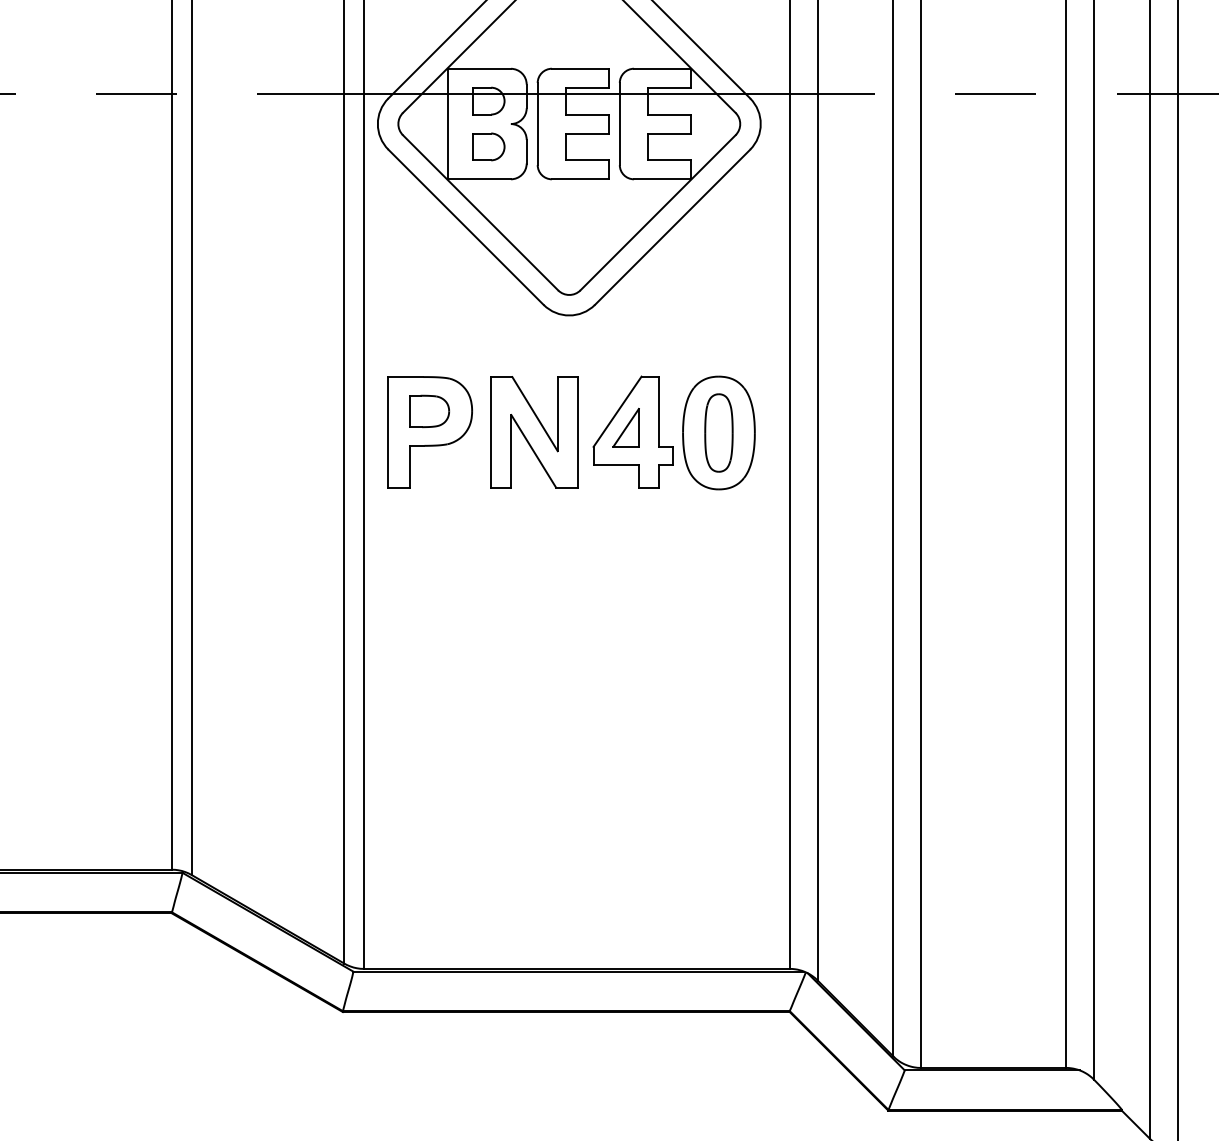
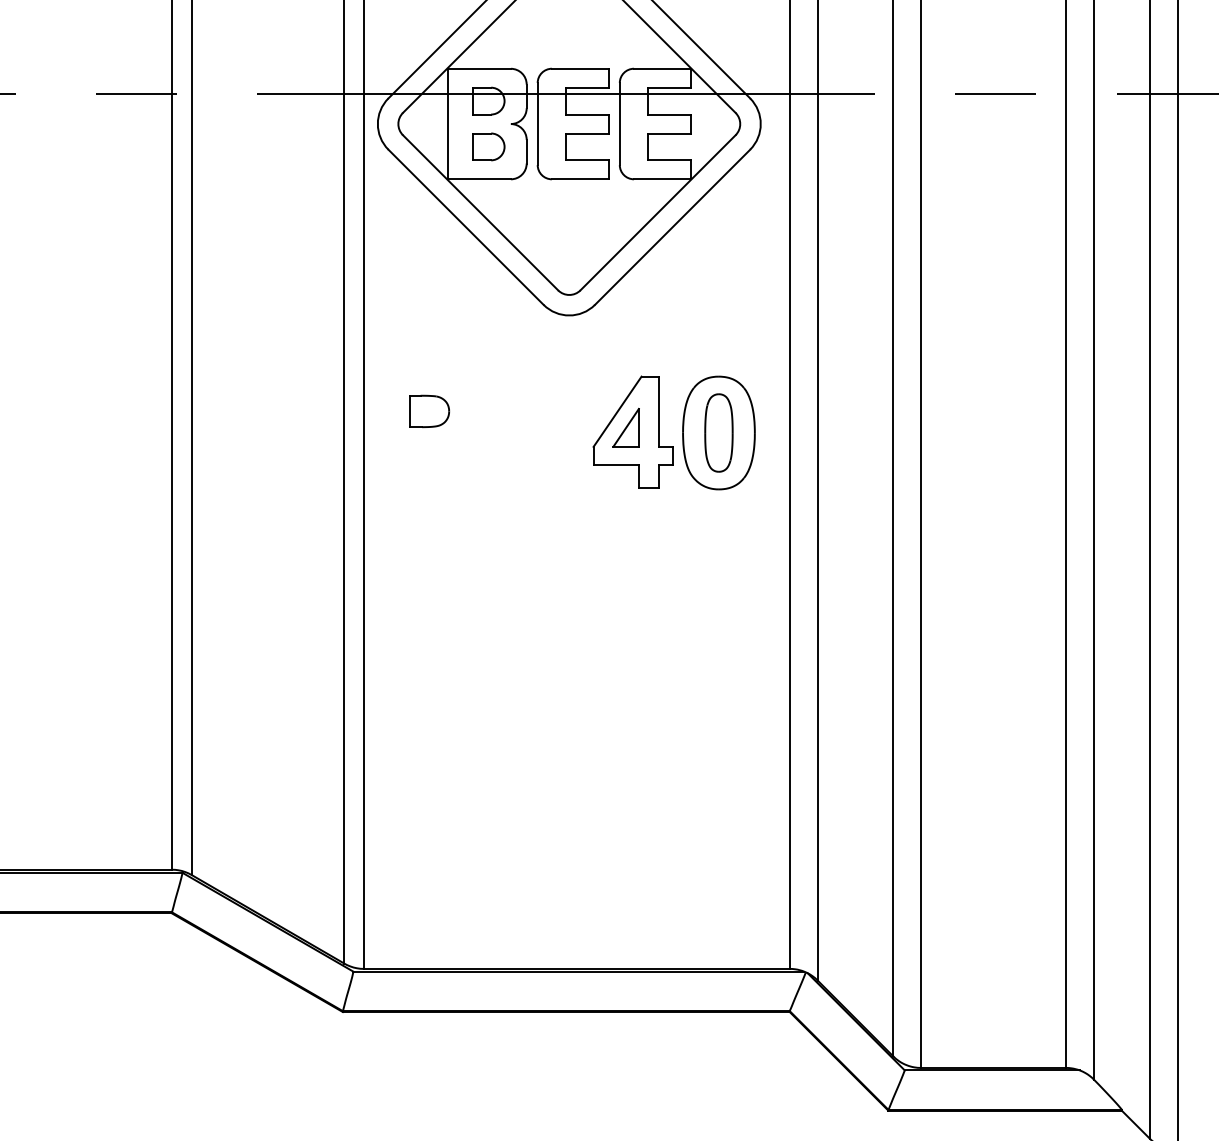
part at (429, 432): present -> none
part at (534, 432): present -> none
